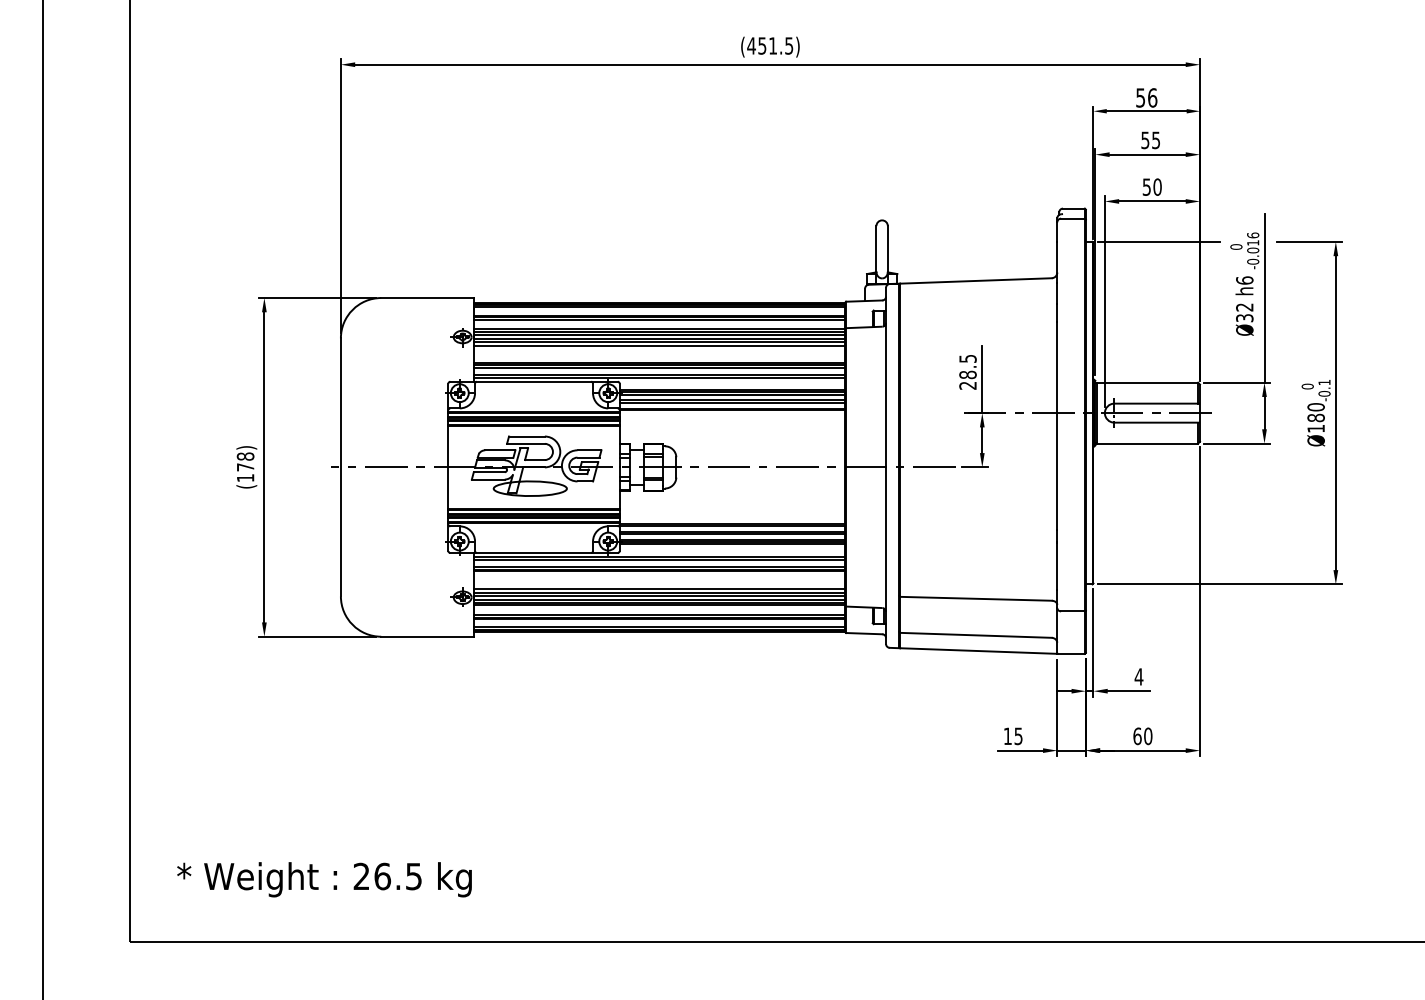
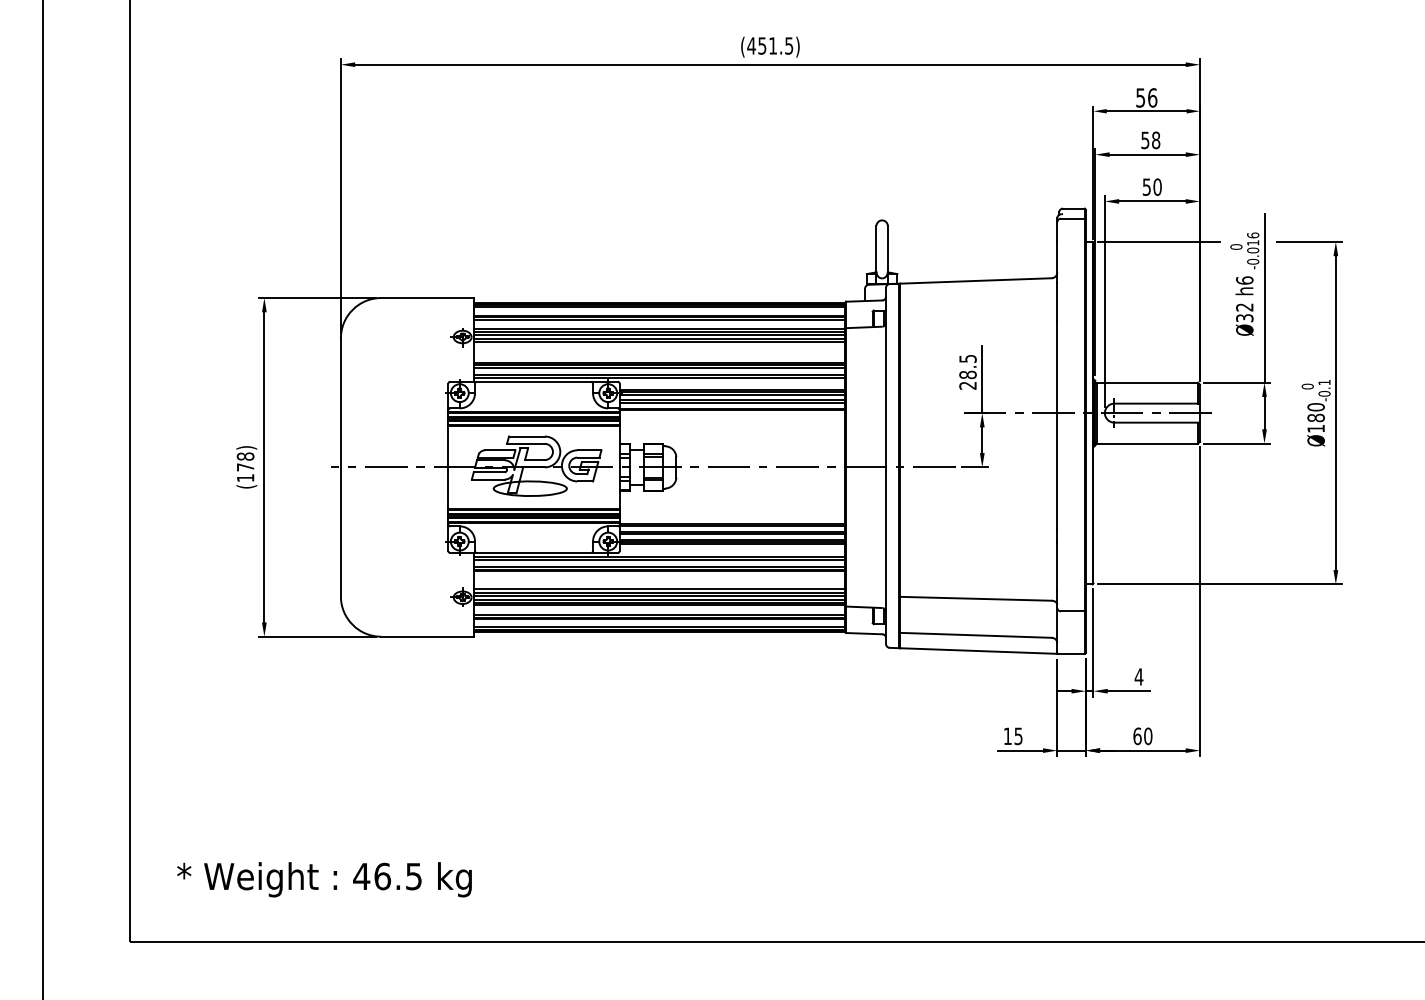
text at (1156, 140): 55 -> 58
line at (659, 346): present -> none
text at (361, 875): 26.5 -> 46.5
